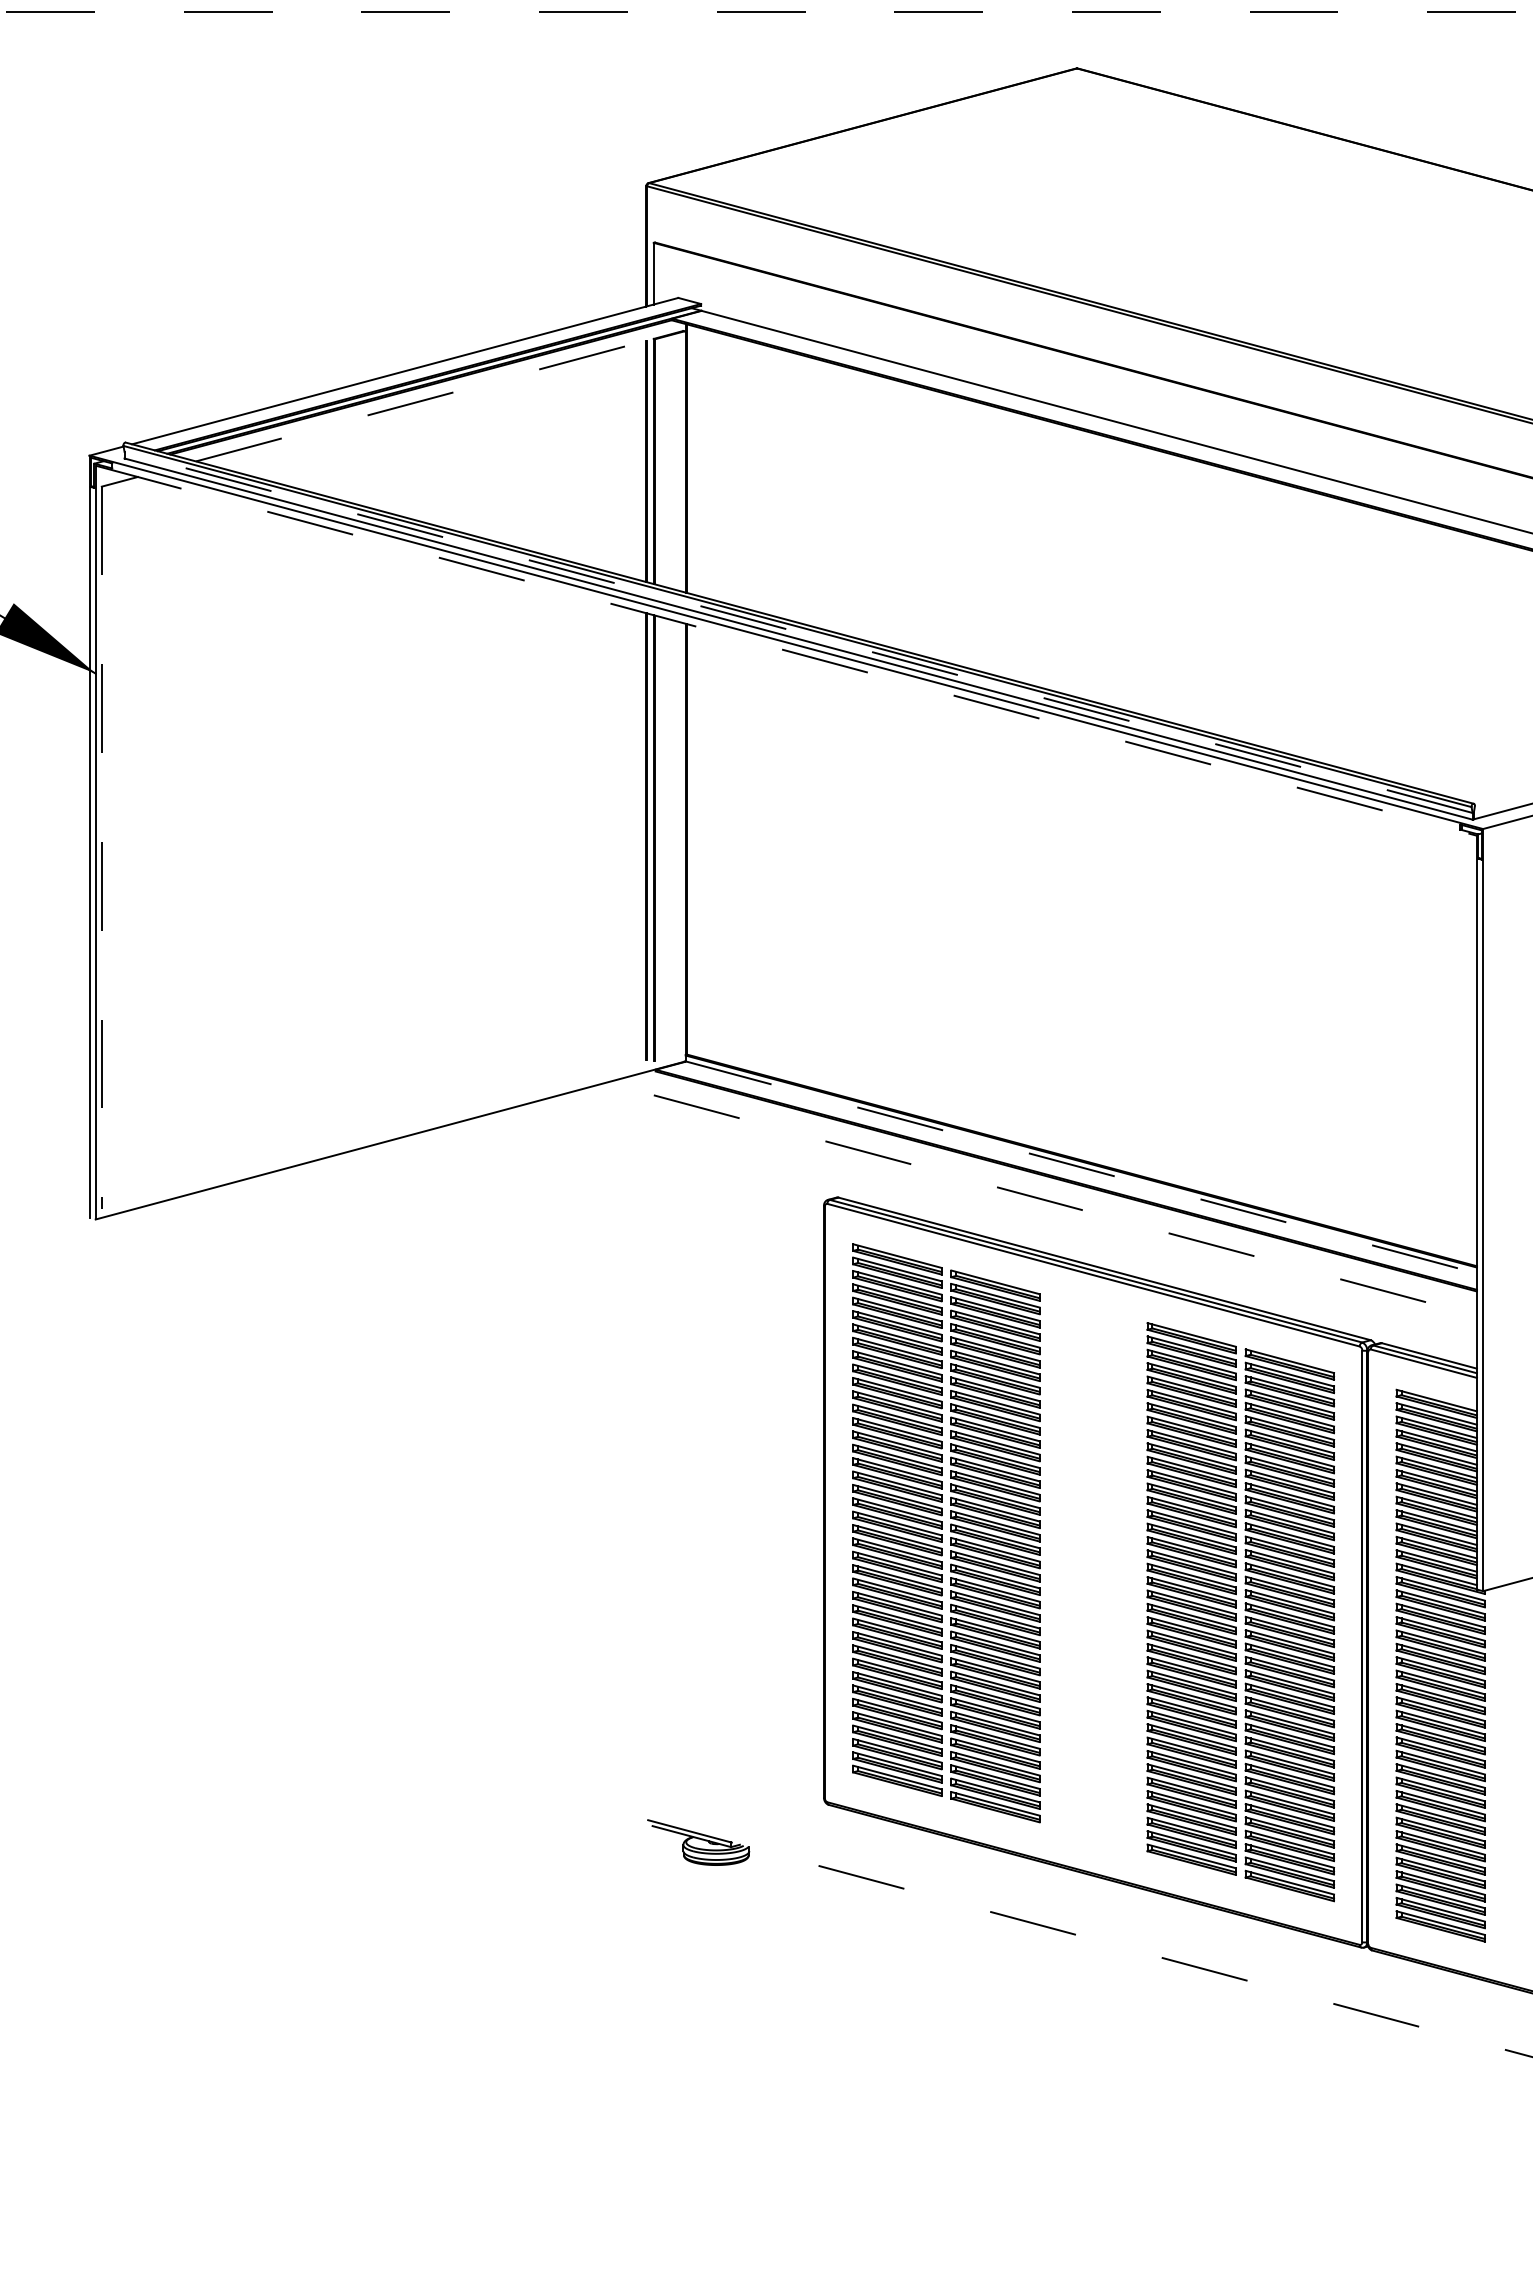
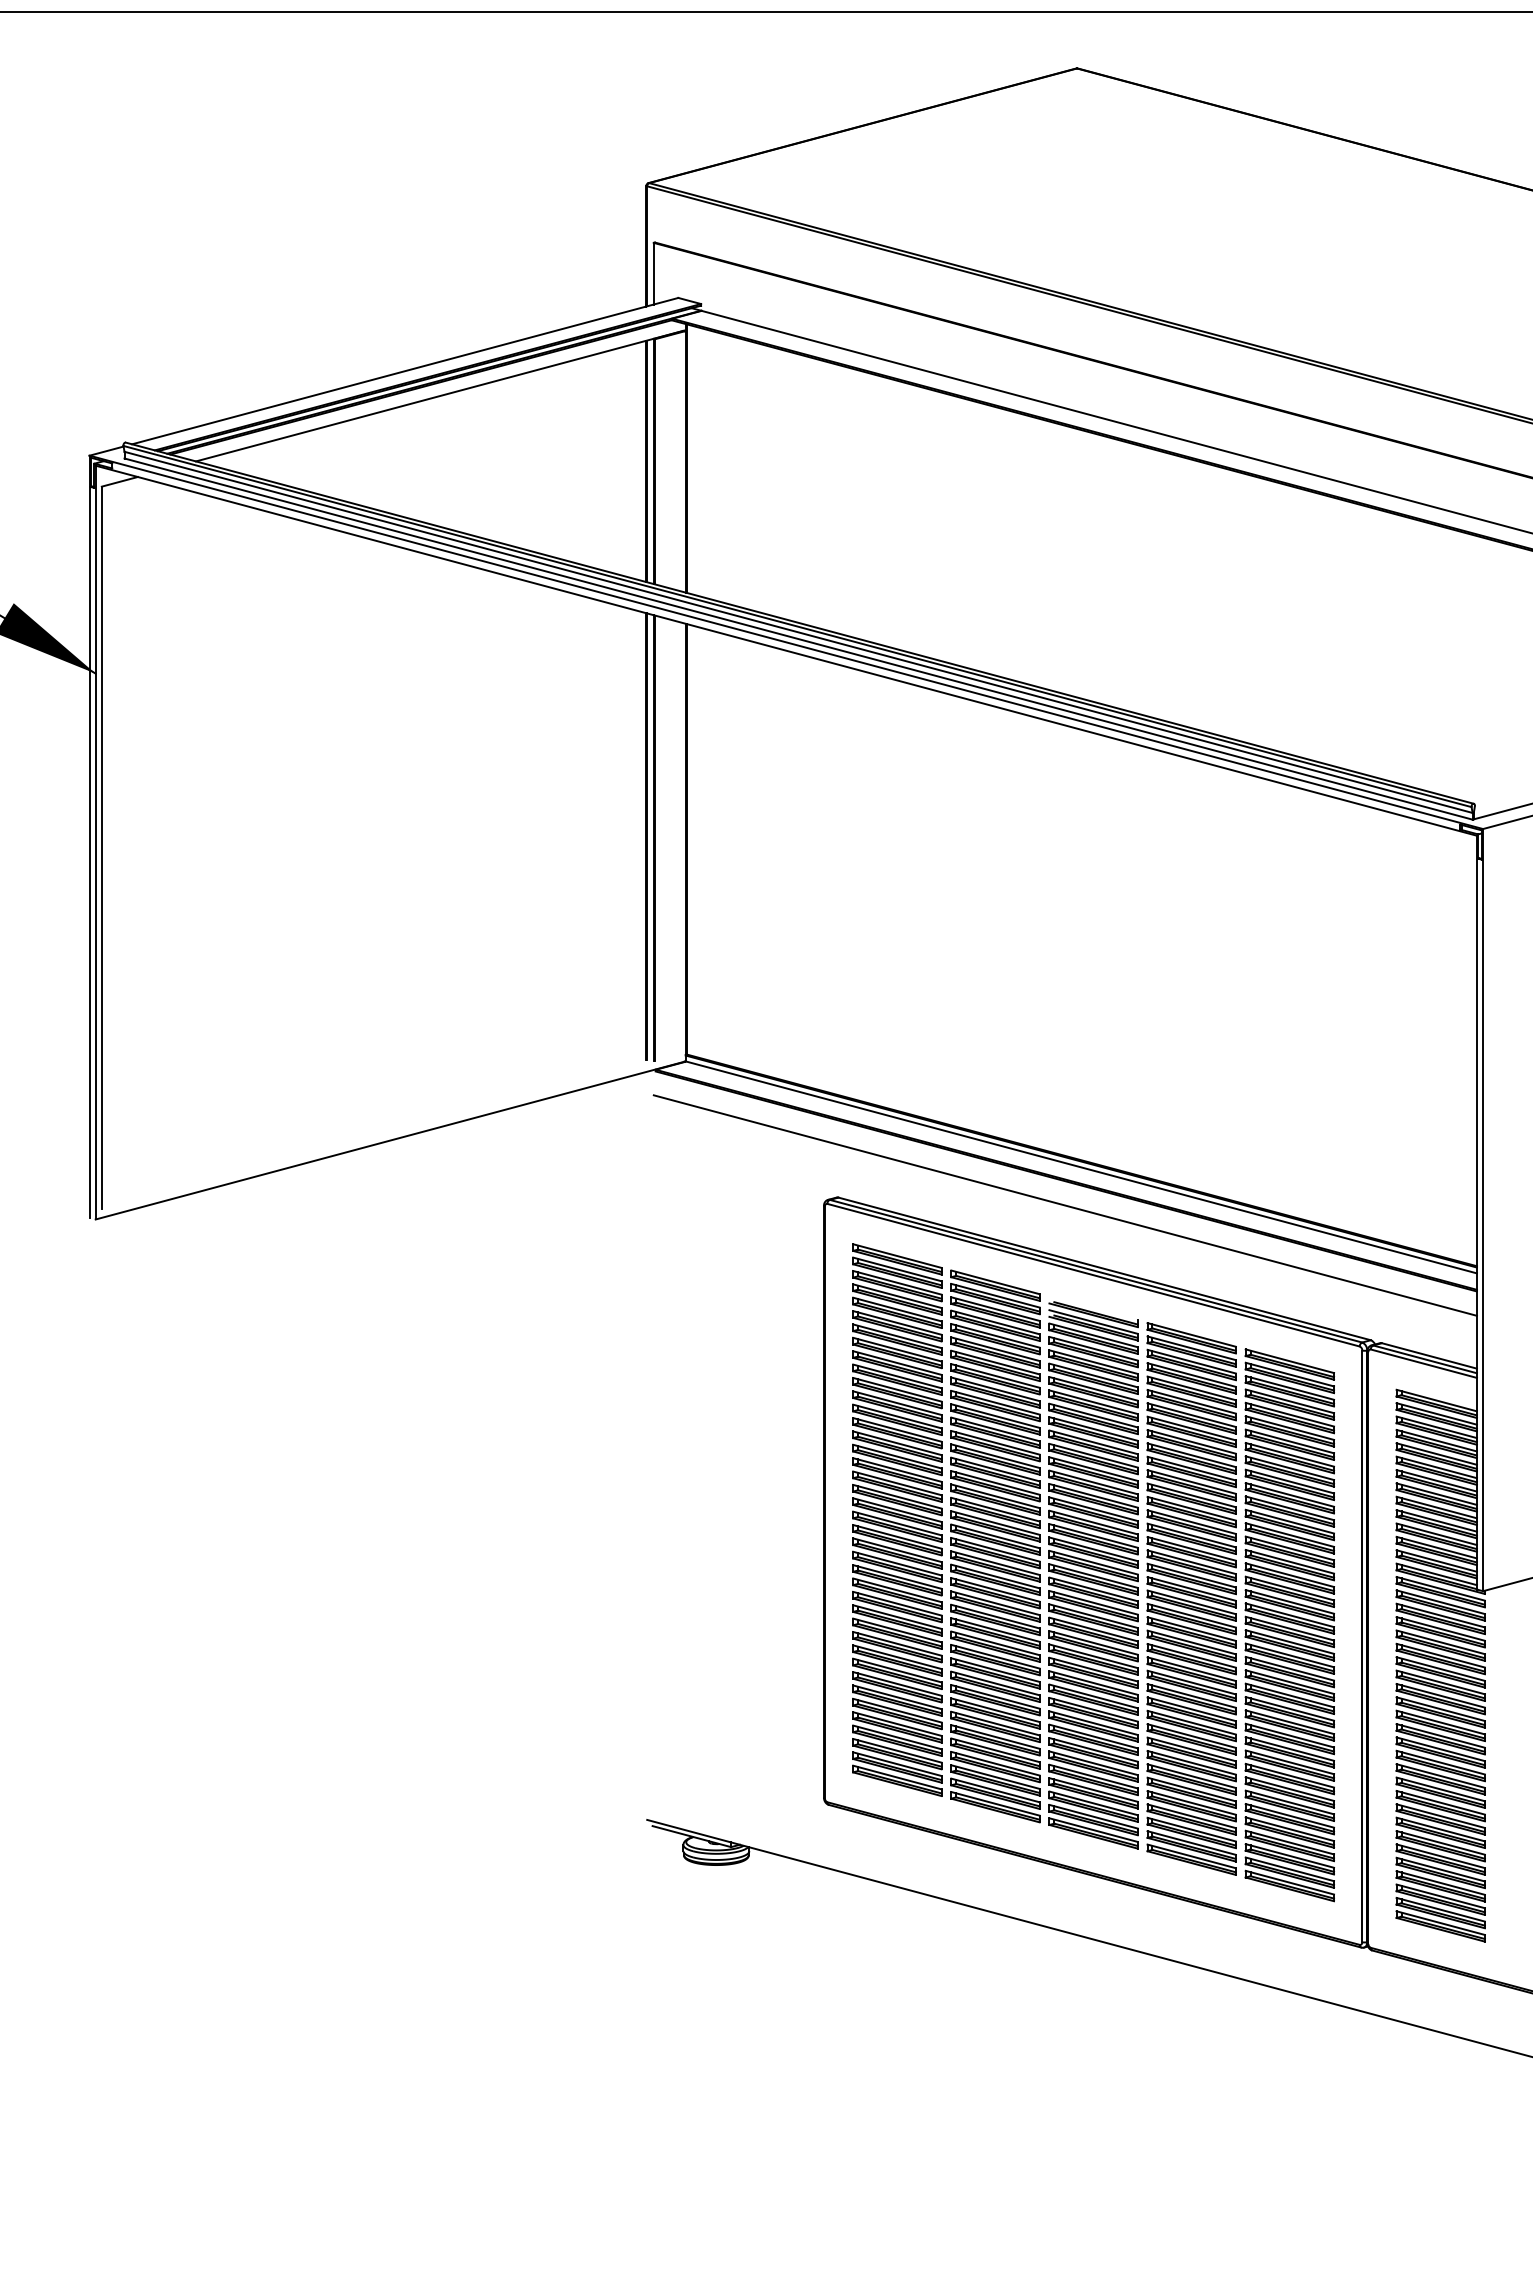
line at (766, 12): dashed -> solid
line at (440, 395): dashed -> solid
line at (798, 632): dashed -> solid
line at (786, 650): dashed -> solid
line at (101, 848): dashed -> solid
line at (1081, 1167): dashed -> solid
line at (1065, 1205): dashed -> solid
part at (1093, 1575): none -> present
line at (1089, 1938): dashed -> solid
